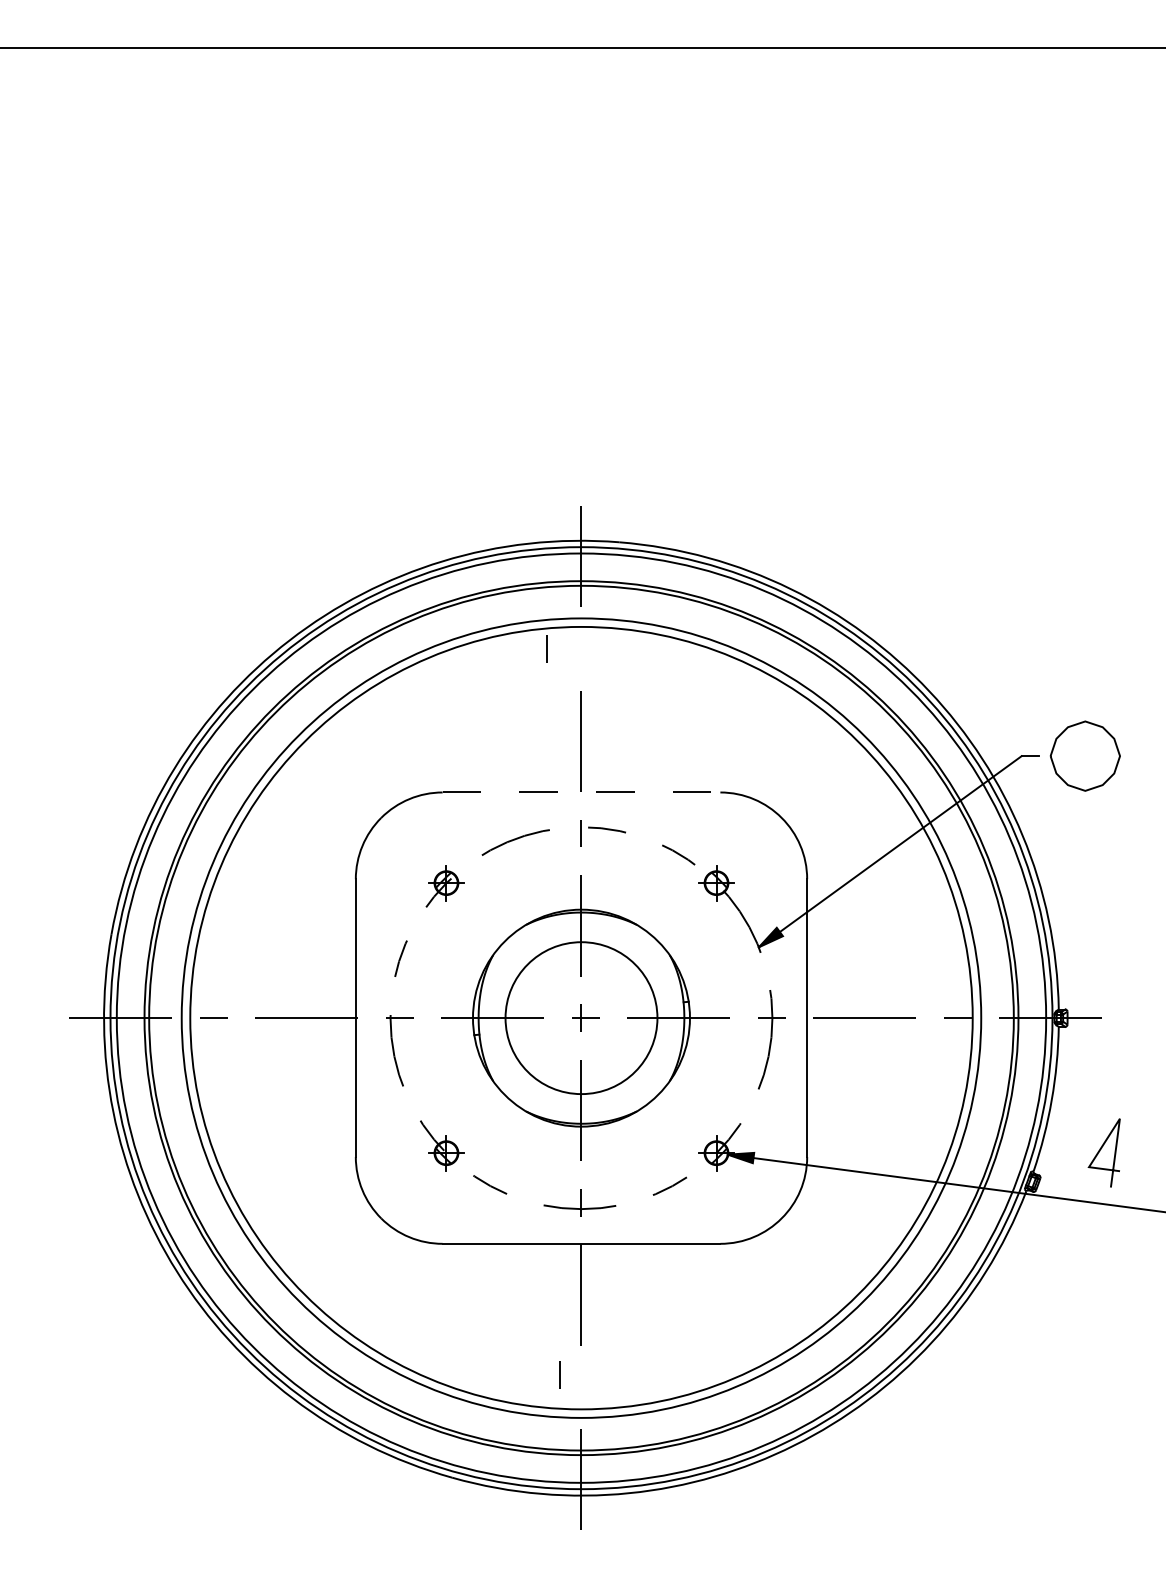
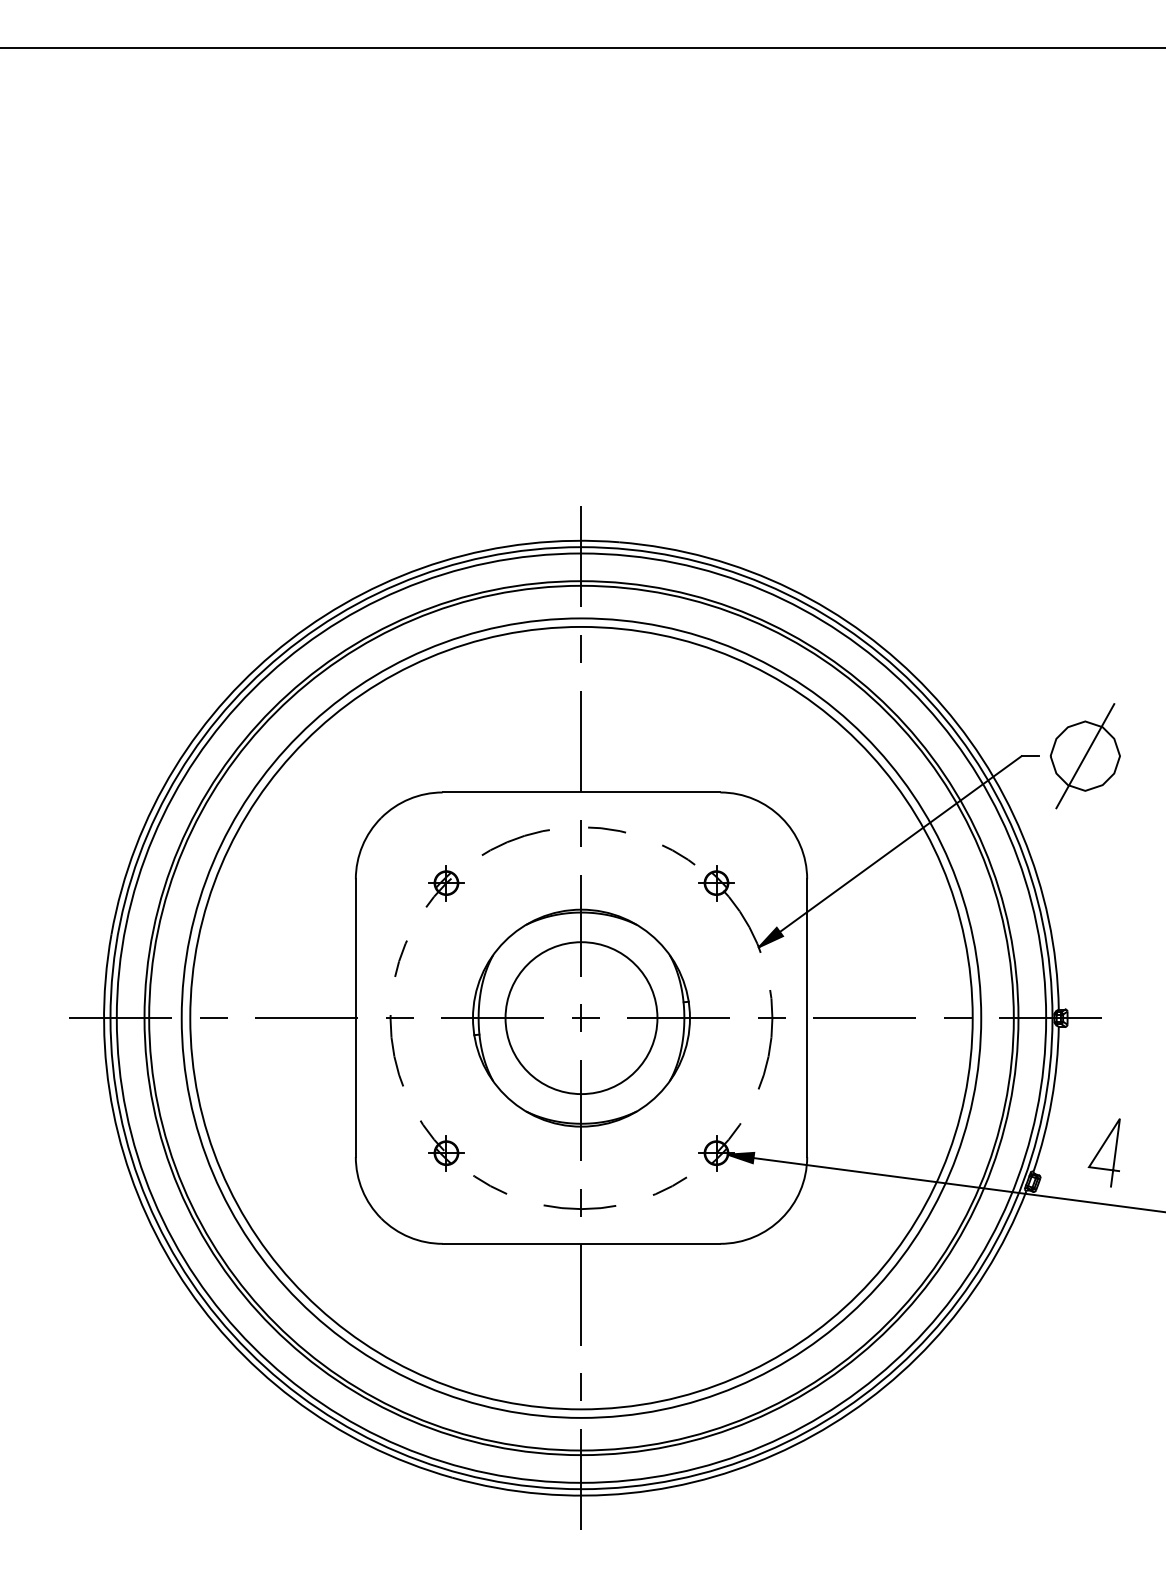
line at (546, 648) position: (546, 648) -> (580, 648)
line at (1085, 756): none -> present
line at (581, 792): dashed -> solid
line at (559, 1374) position: (559, 1374) -> (580, 1386)
